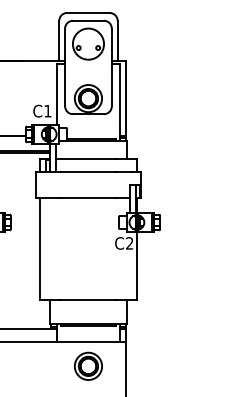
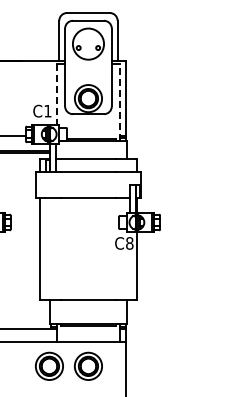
line at (57, 94): solid -> dashed
line at (119, 102): solid -> dashed
text at (129, 243): C2 -> C8
part at (49, 365): none -> present
